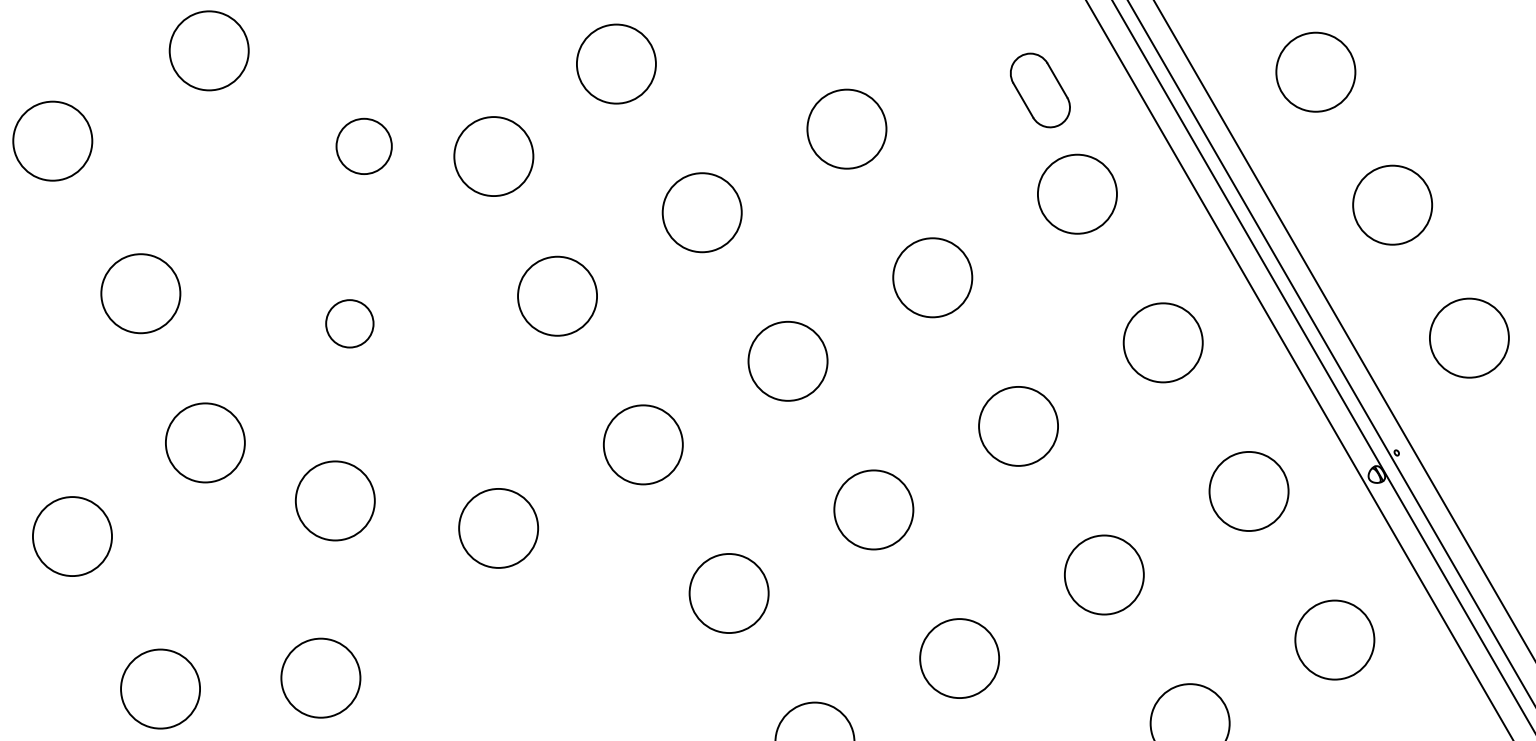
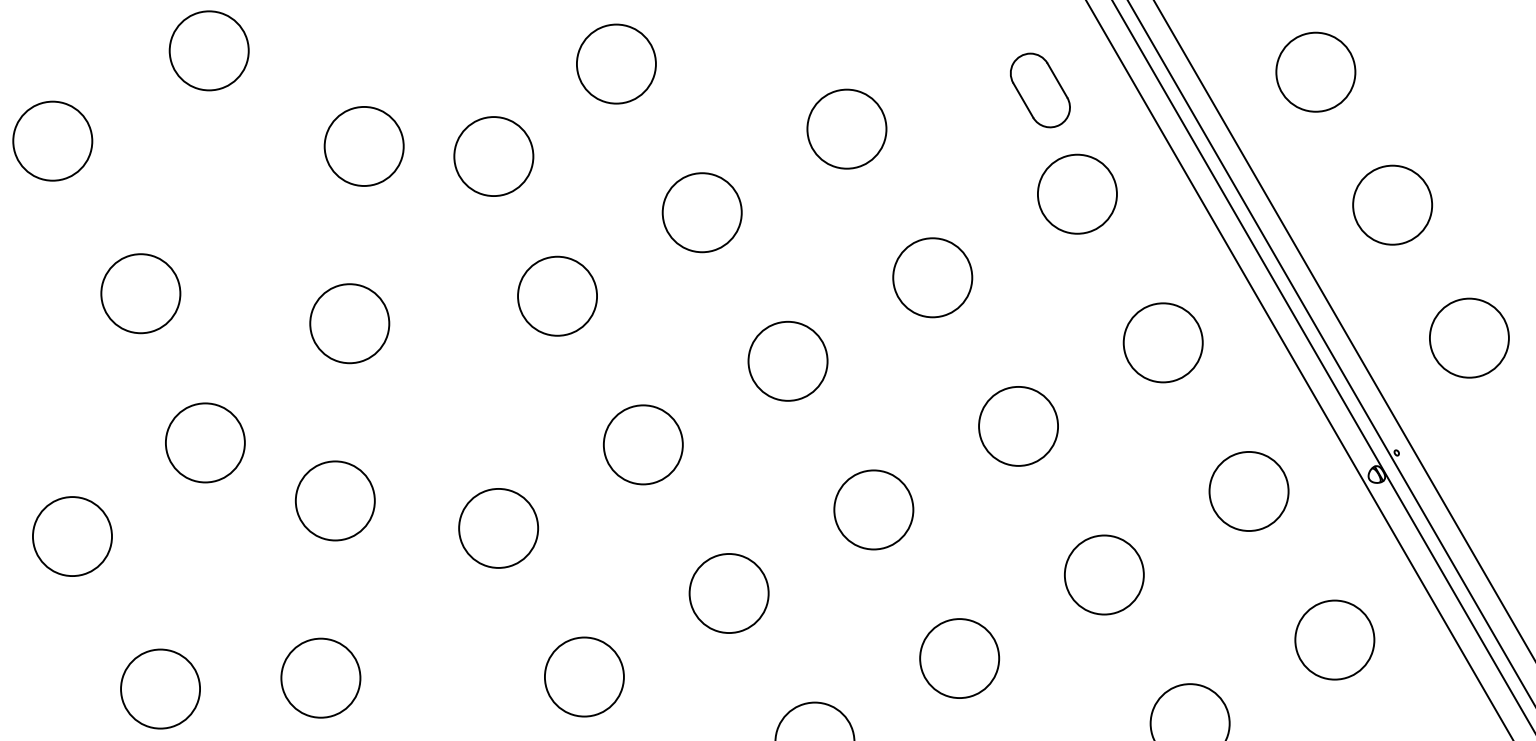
circle at (363, 146) diameter: 55 px -> 79 px
circle at (349, 323) size: 50x50 px -> 82x82 px
circle at (584, 676): none -> present
